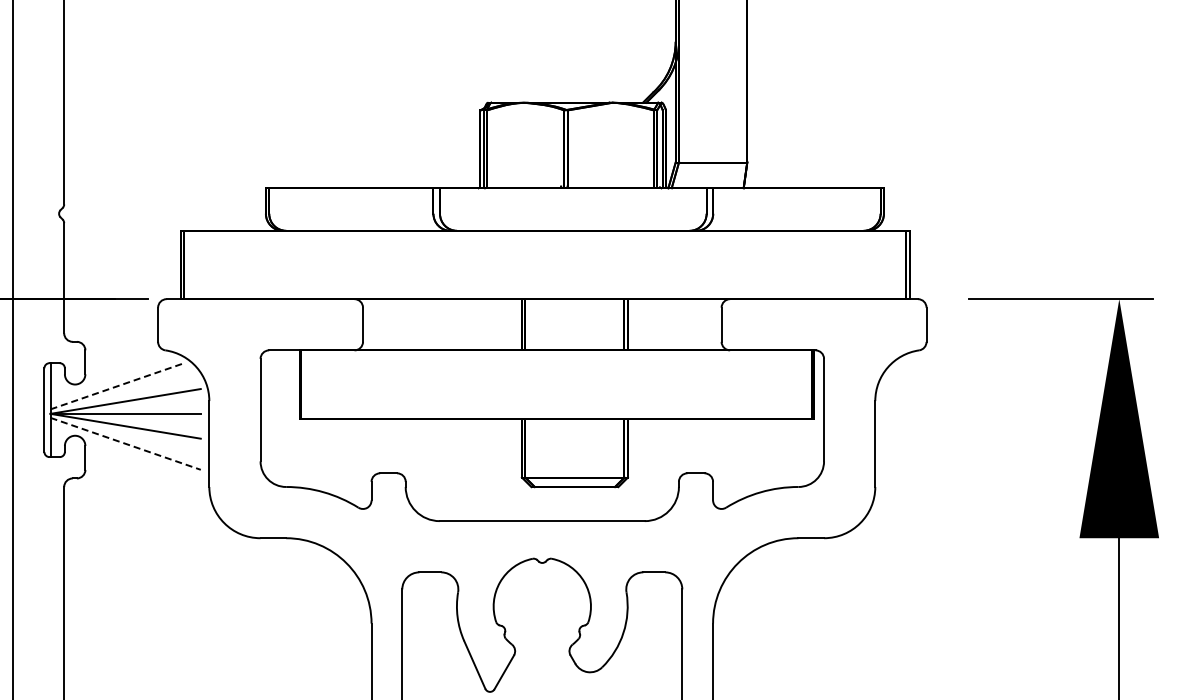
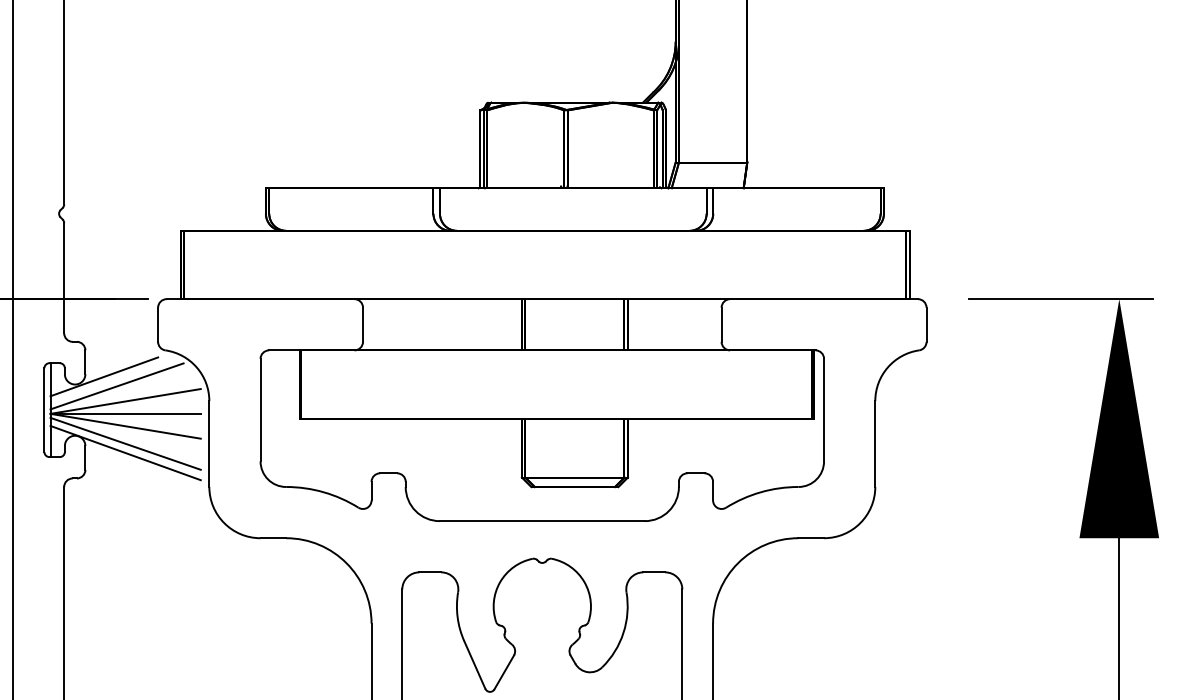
line at (104, 376): none -> present
line at (117, 386): dashed -> solid
line at (126, 444): dashed -> solid
line at (125, 452): none -> present
